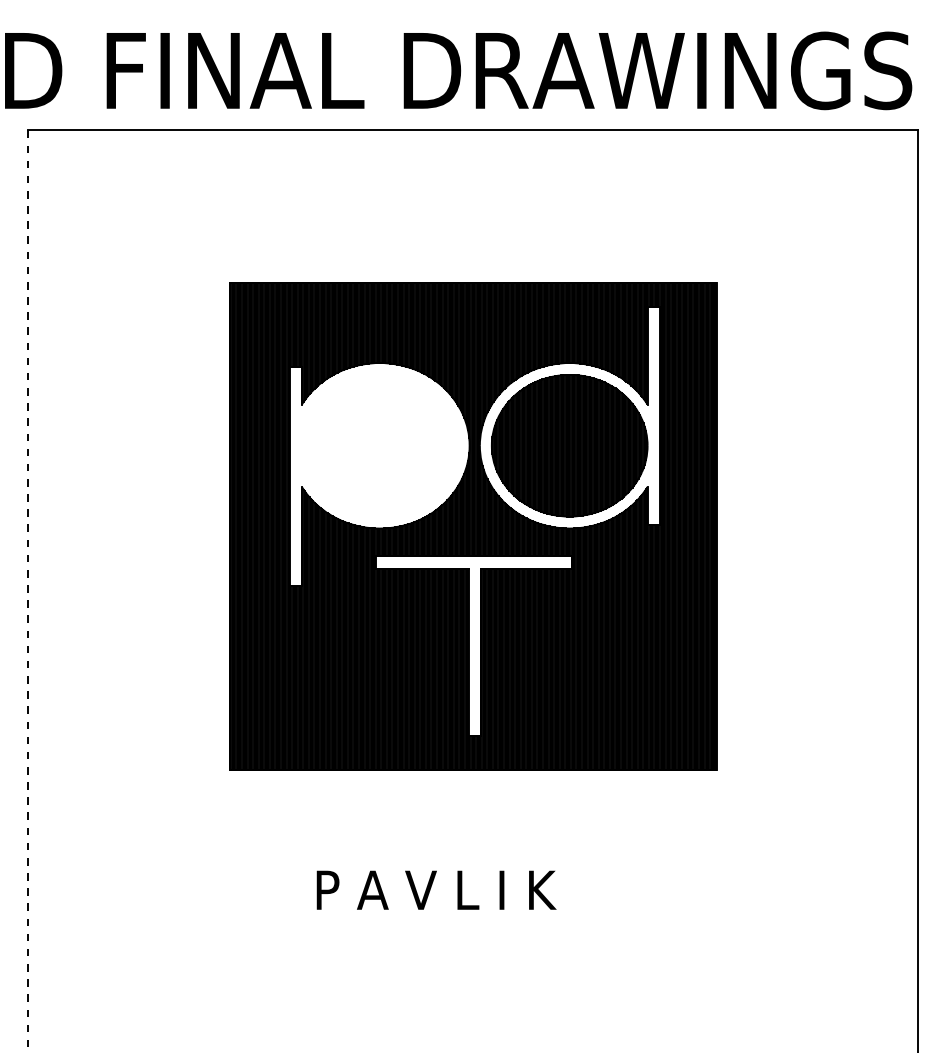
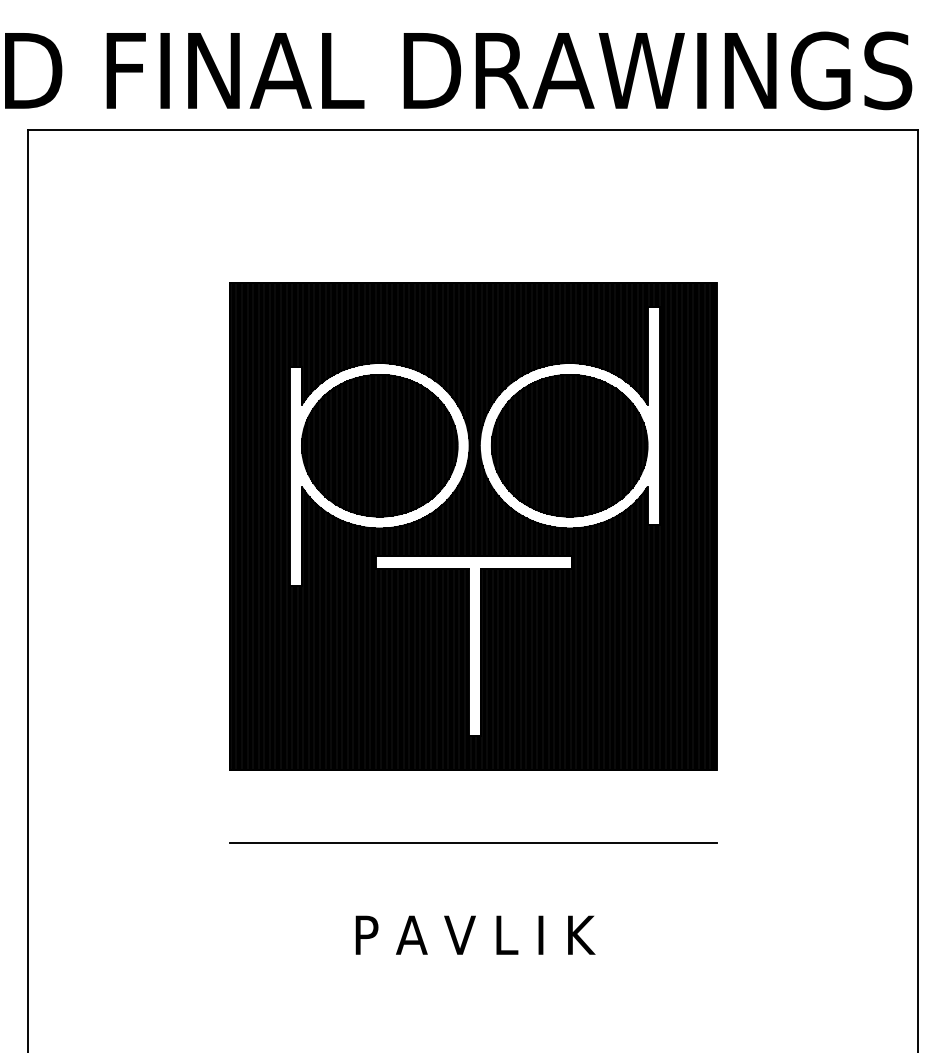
part at (379, 445): none -> present
line at (28, 591): dashed -> solid
line at (473, 842): none -> present
text at (436, 889) position: (436, 889) -> (475, 934)
